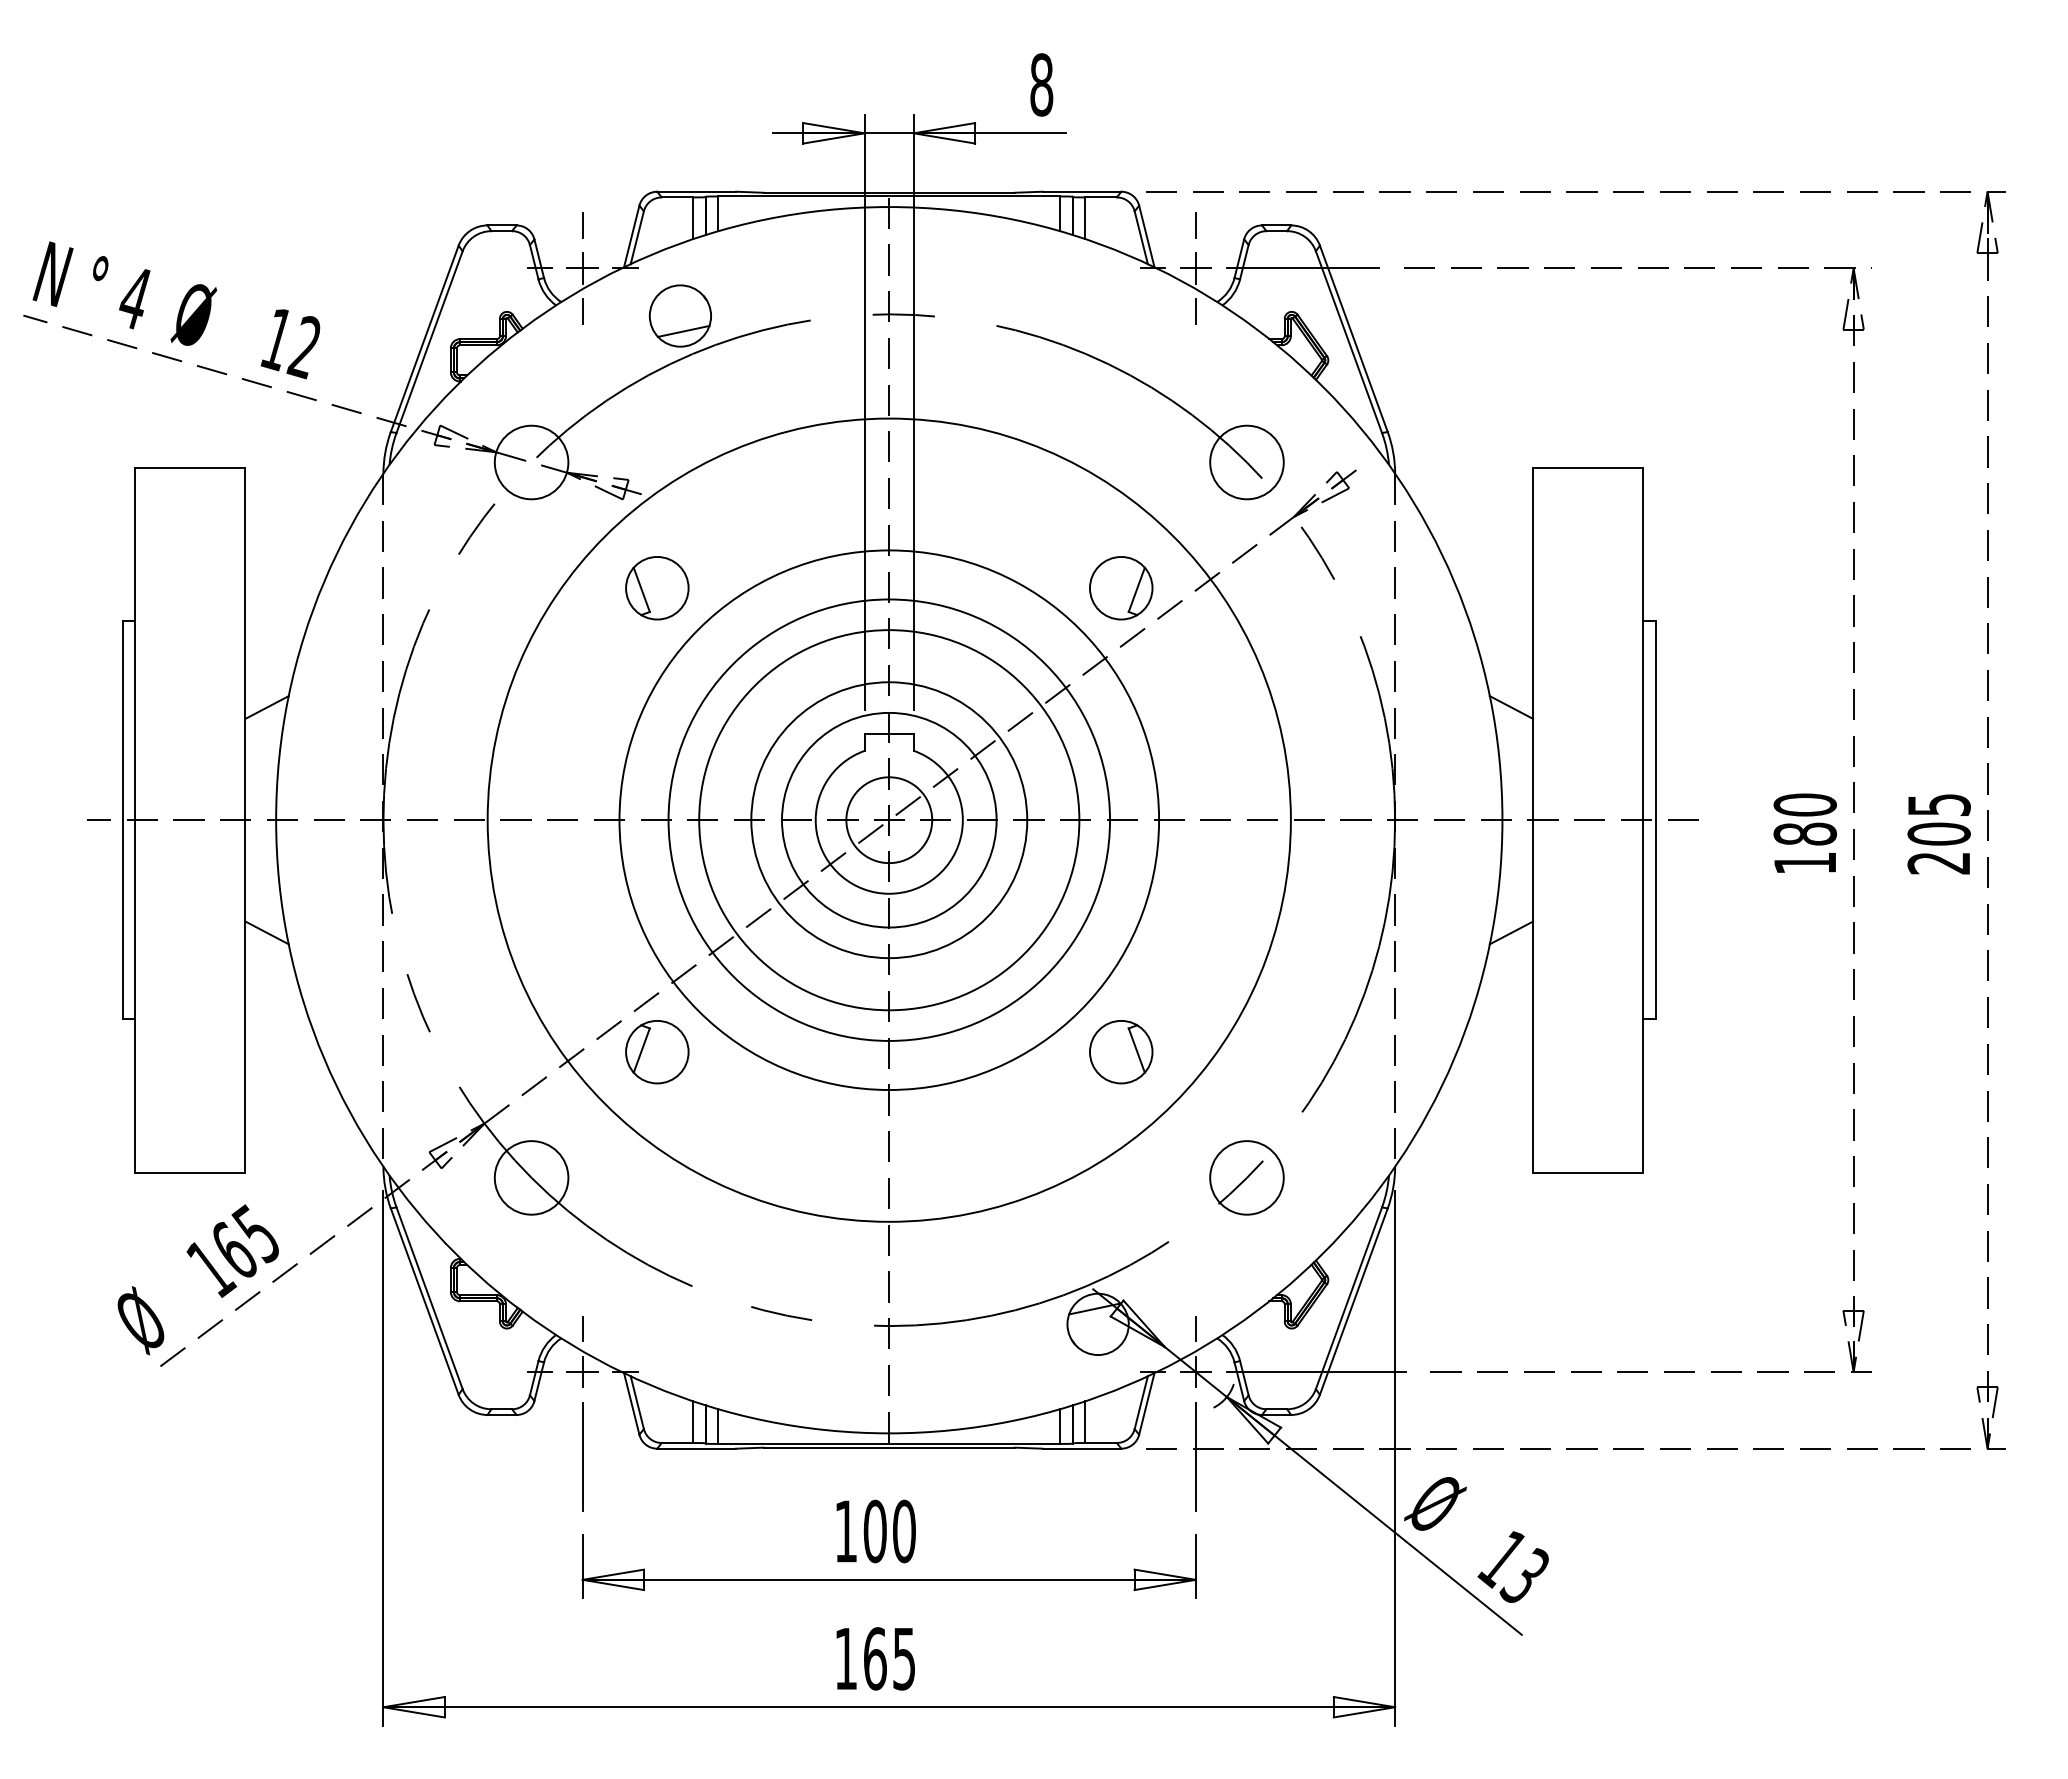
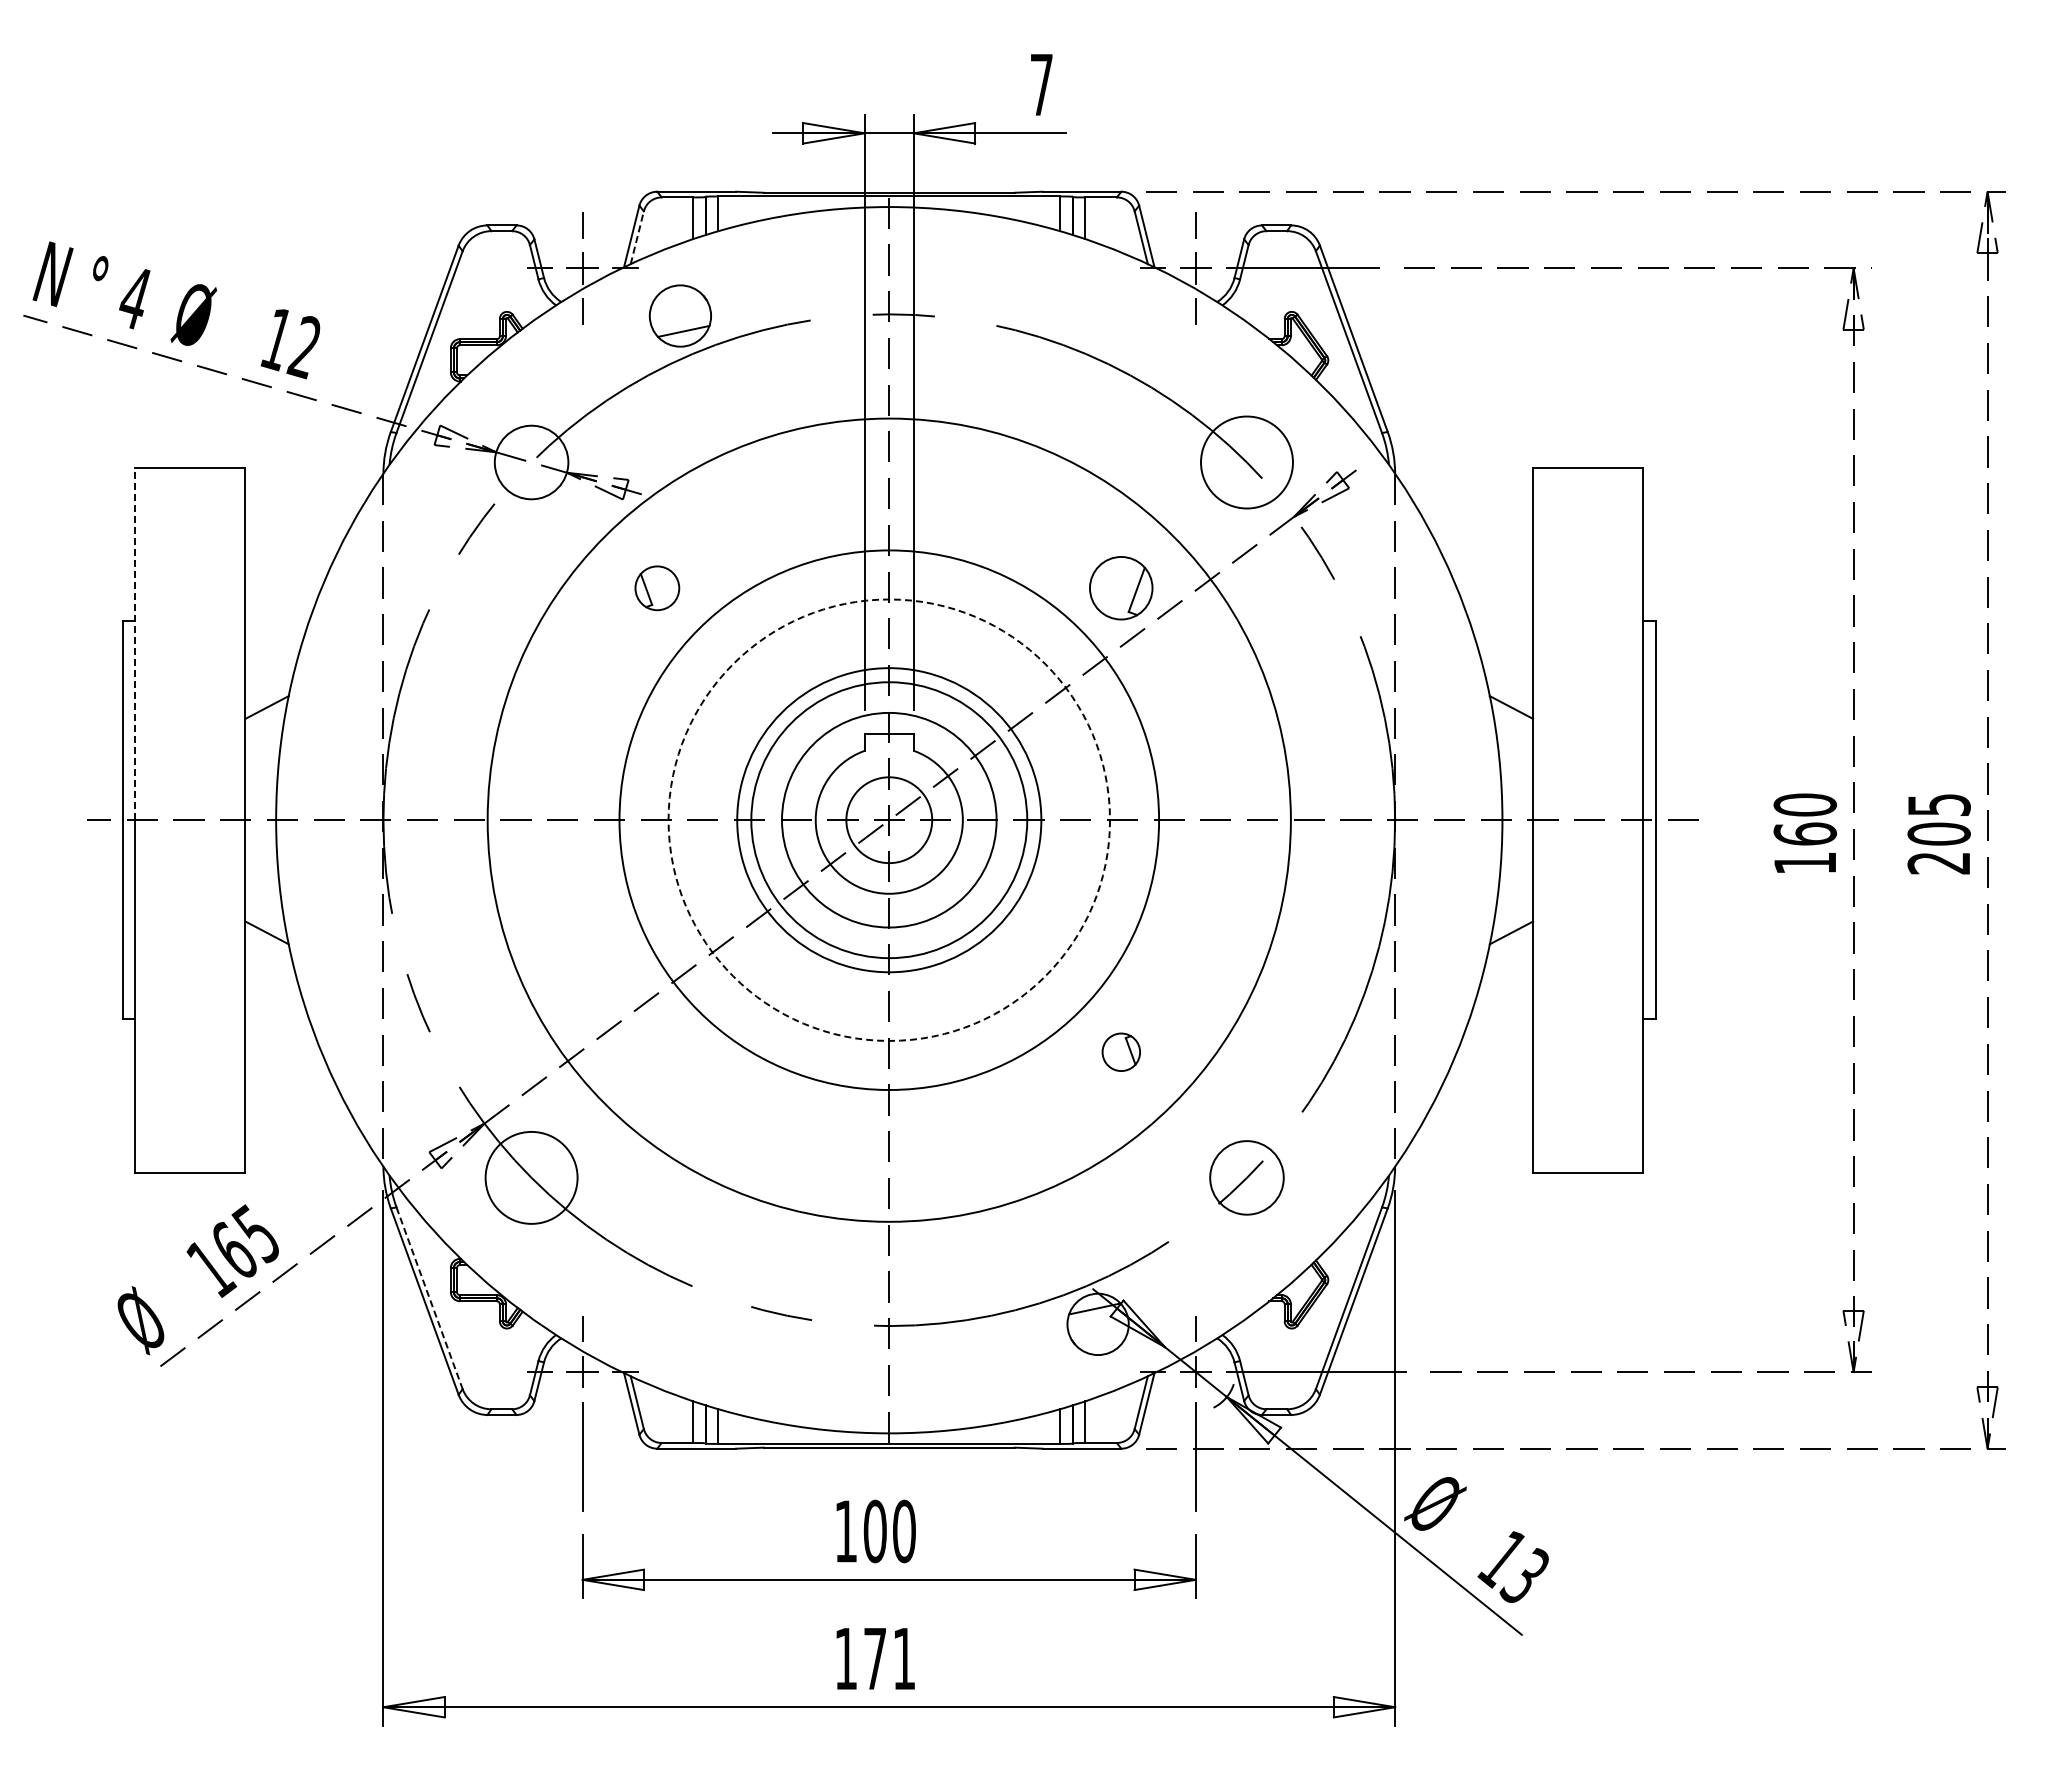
text at (1041, 84): 8 -> 7
line at (637, 237): solid -> dashed
circle at (1246, 462) diameter: 74 px -> 92 px
part at (657, 588) size: 65x65 px -> 47x47 px
line at (135, 643): solid -> dashed
circle at (889, 819): solid -> dashed
circle at (889, 820) diameter: 380 px -> 304 px
text at (1804, 833): 180 -> 160
part at (657, 1052): present -> none
part at (1121, 1052) size: 65x65 px -> 40x40 px
circle at (531, 1177) diameter: 74 px -> 92 px
line at (429, 1298): solid -> dashed
text at (889, 1658): 165 -> 171
